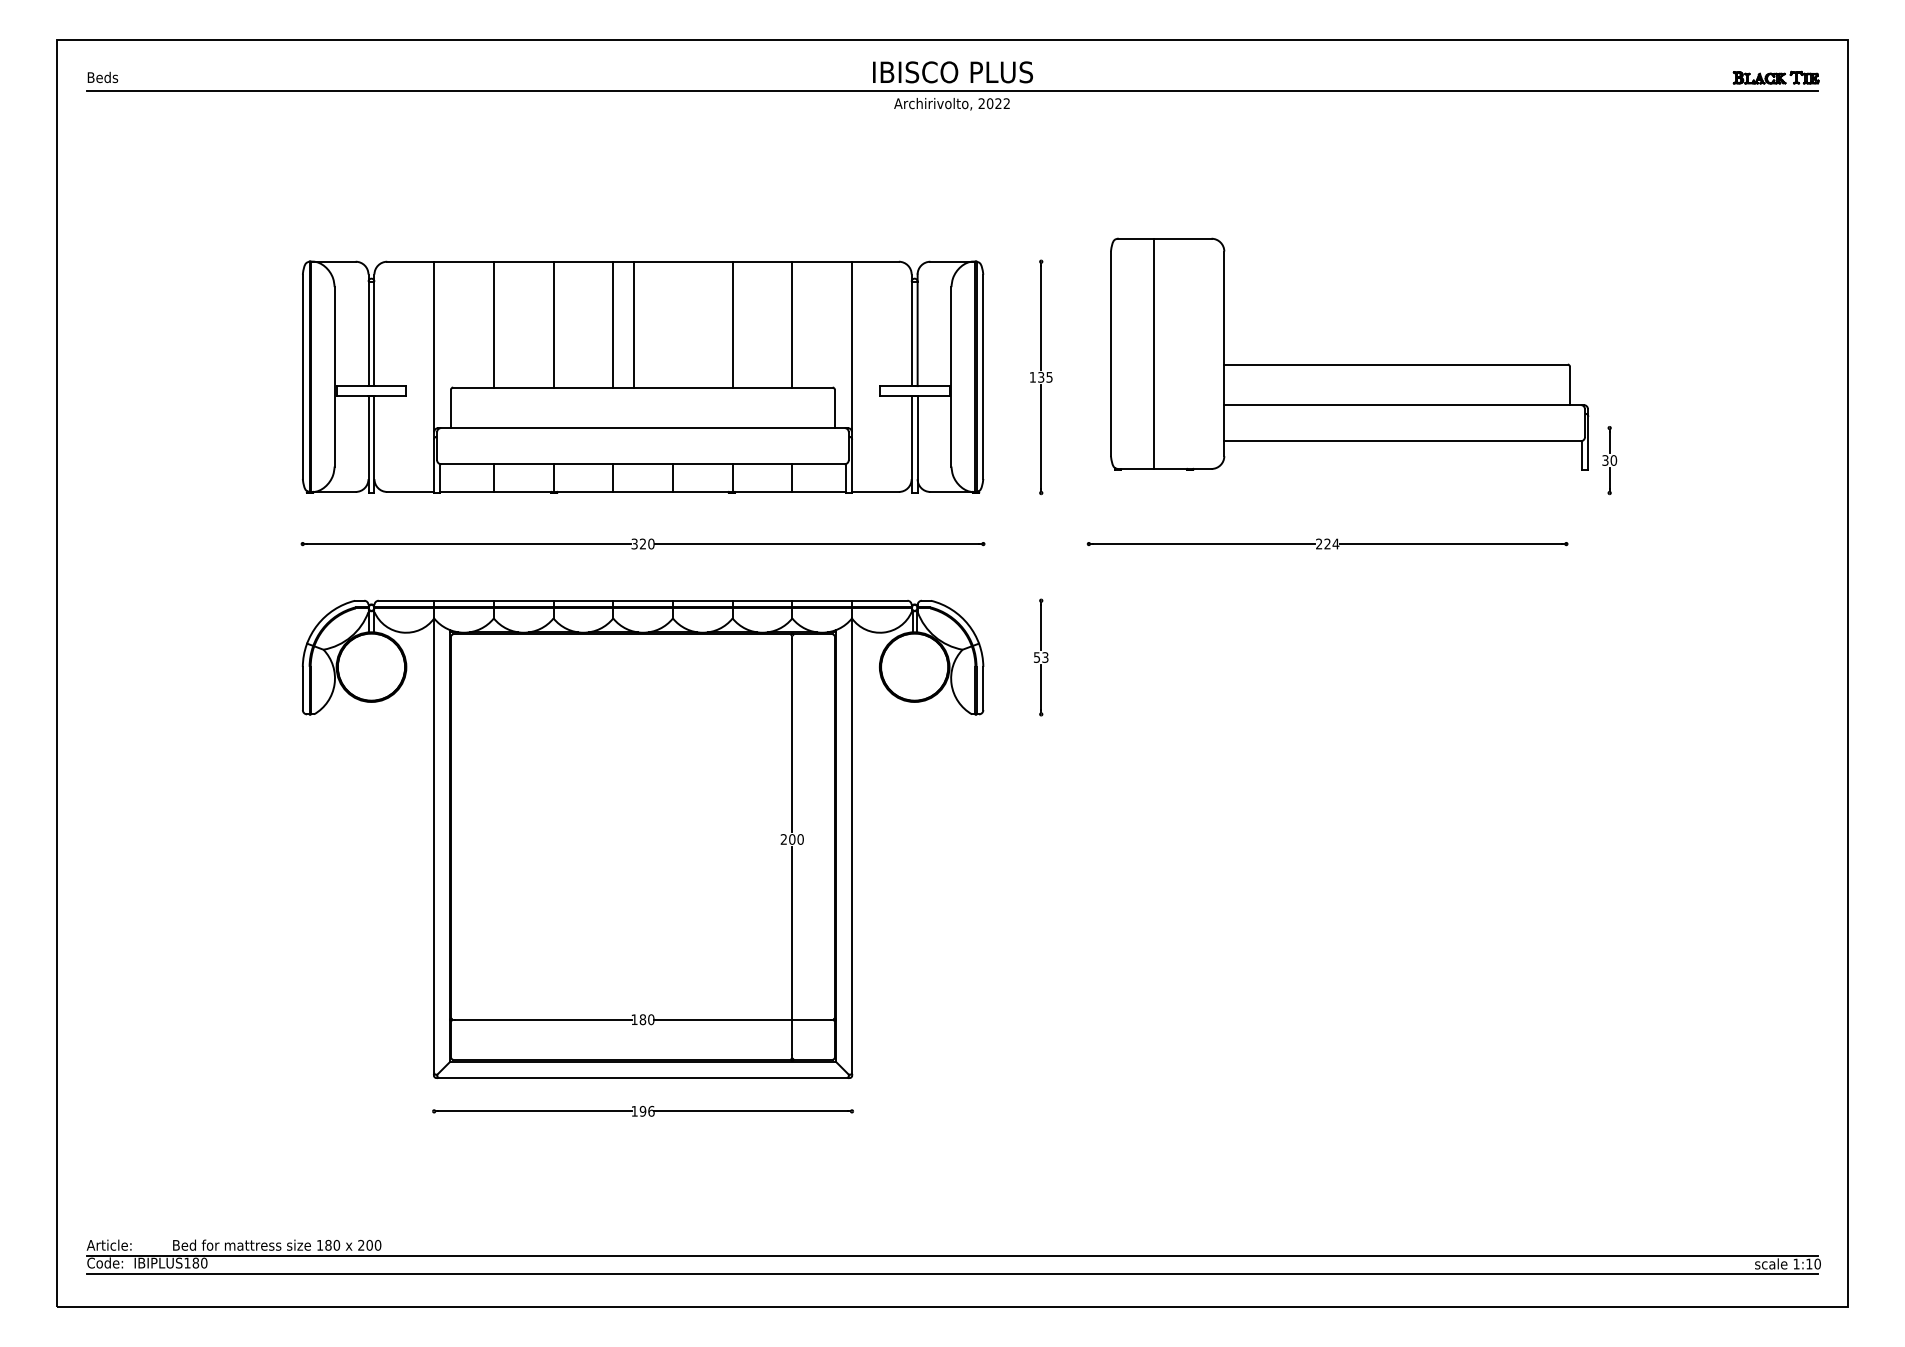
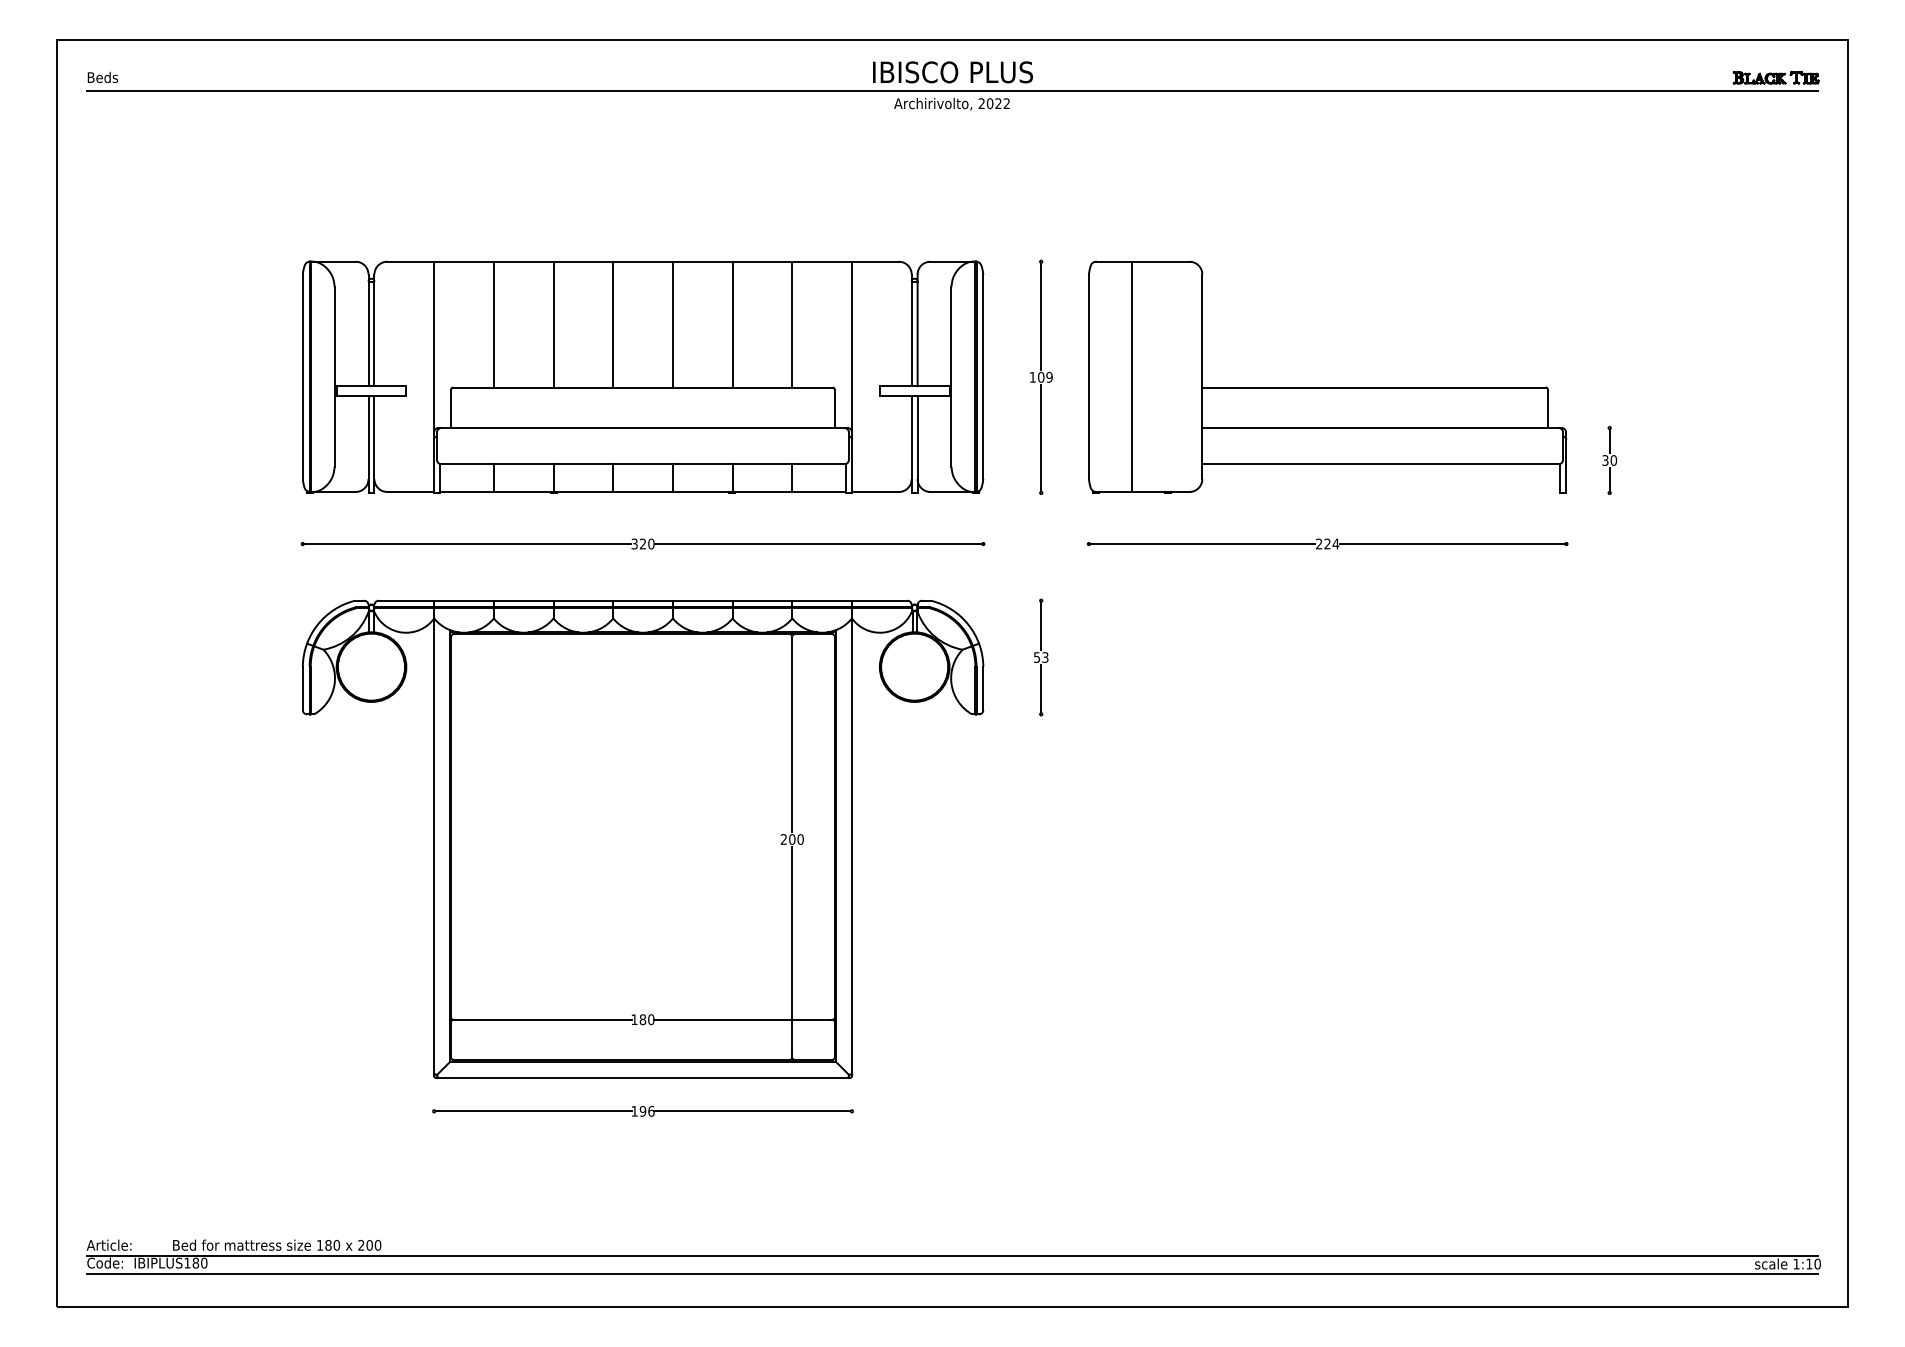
line at (633, 324) position: (633, 324) -> (672, 324)
part at (1349, 364) position: (1349, 364) -> (1327, 387)
text at (1045, 376): 135 -> 109
